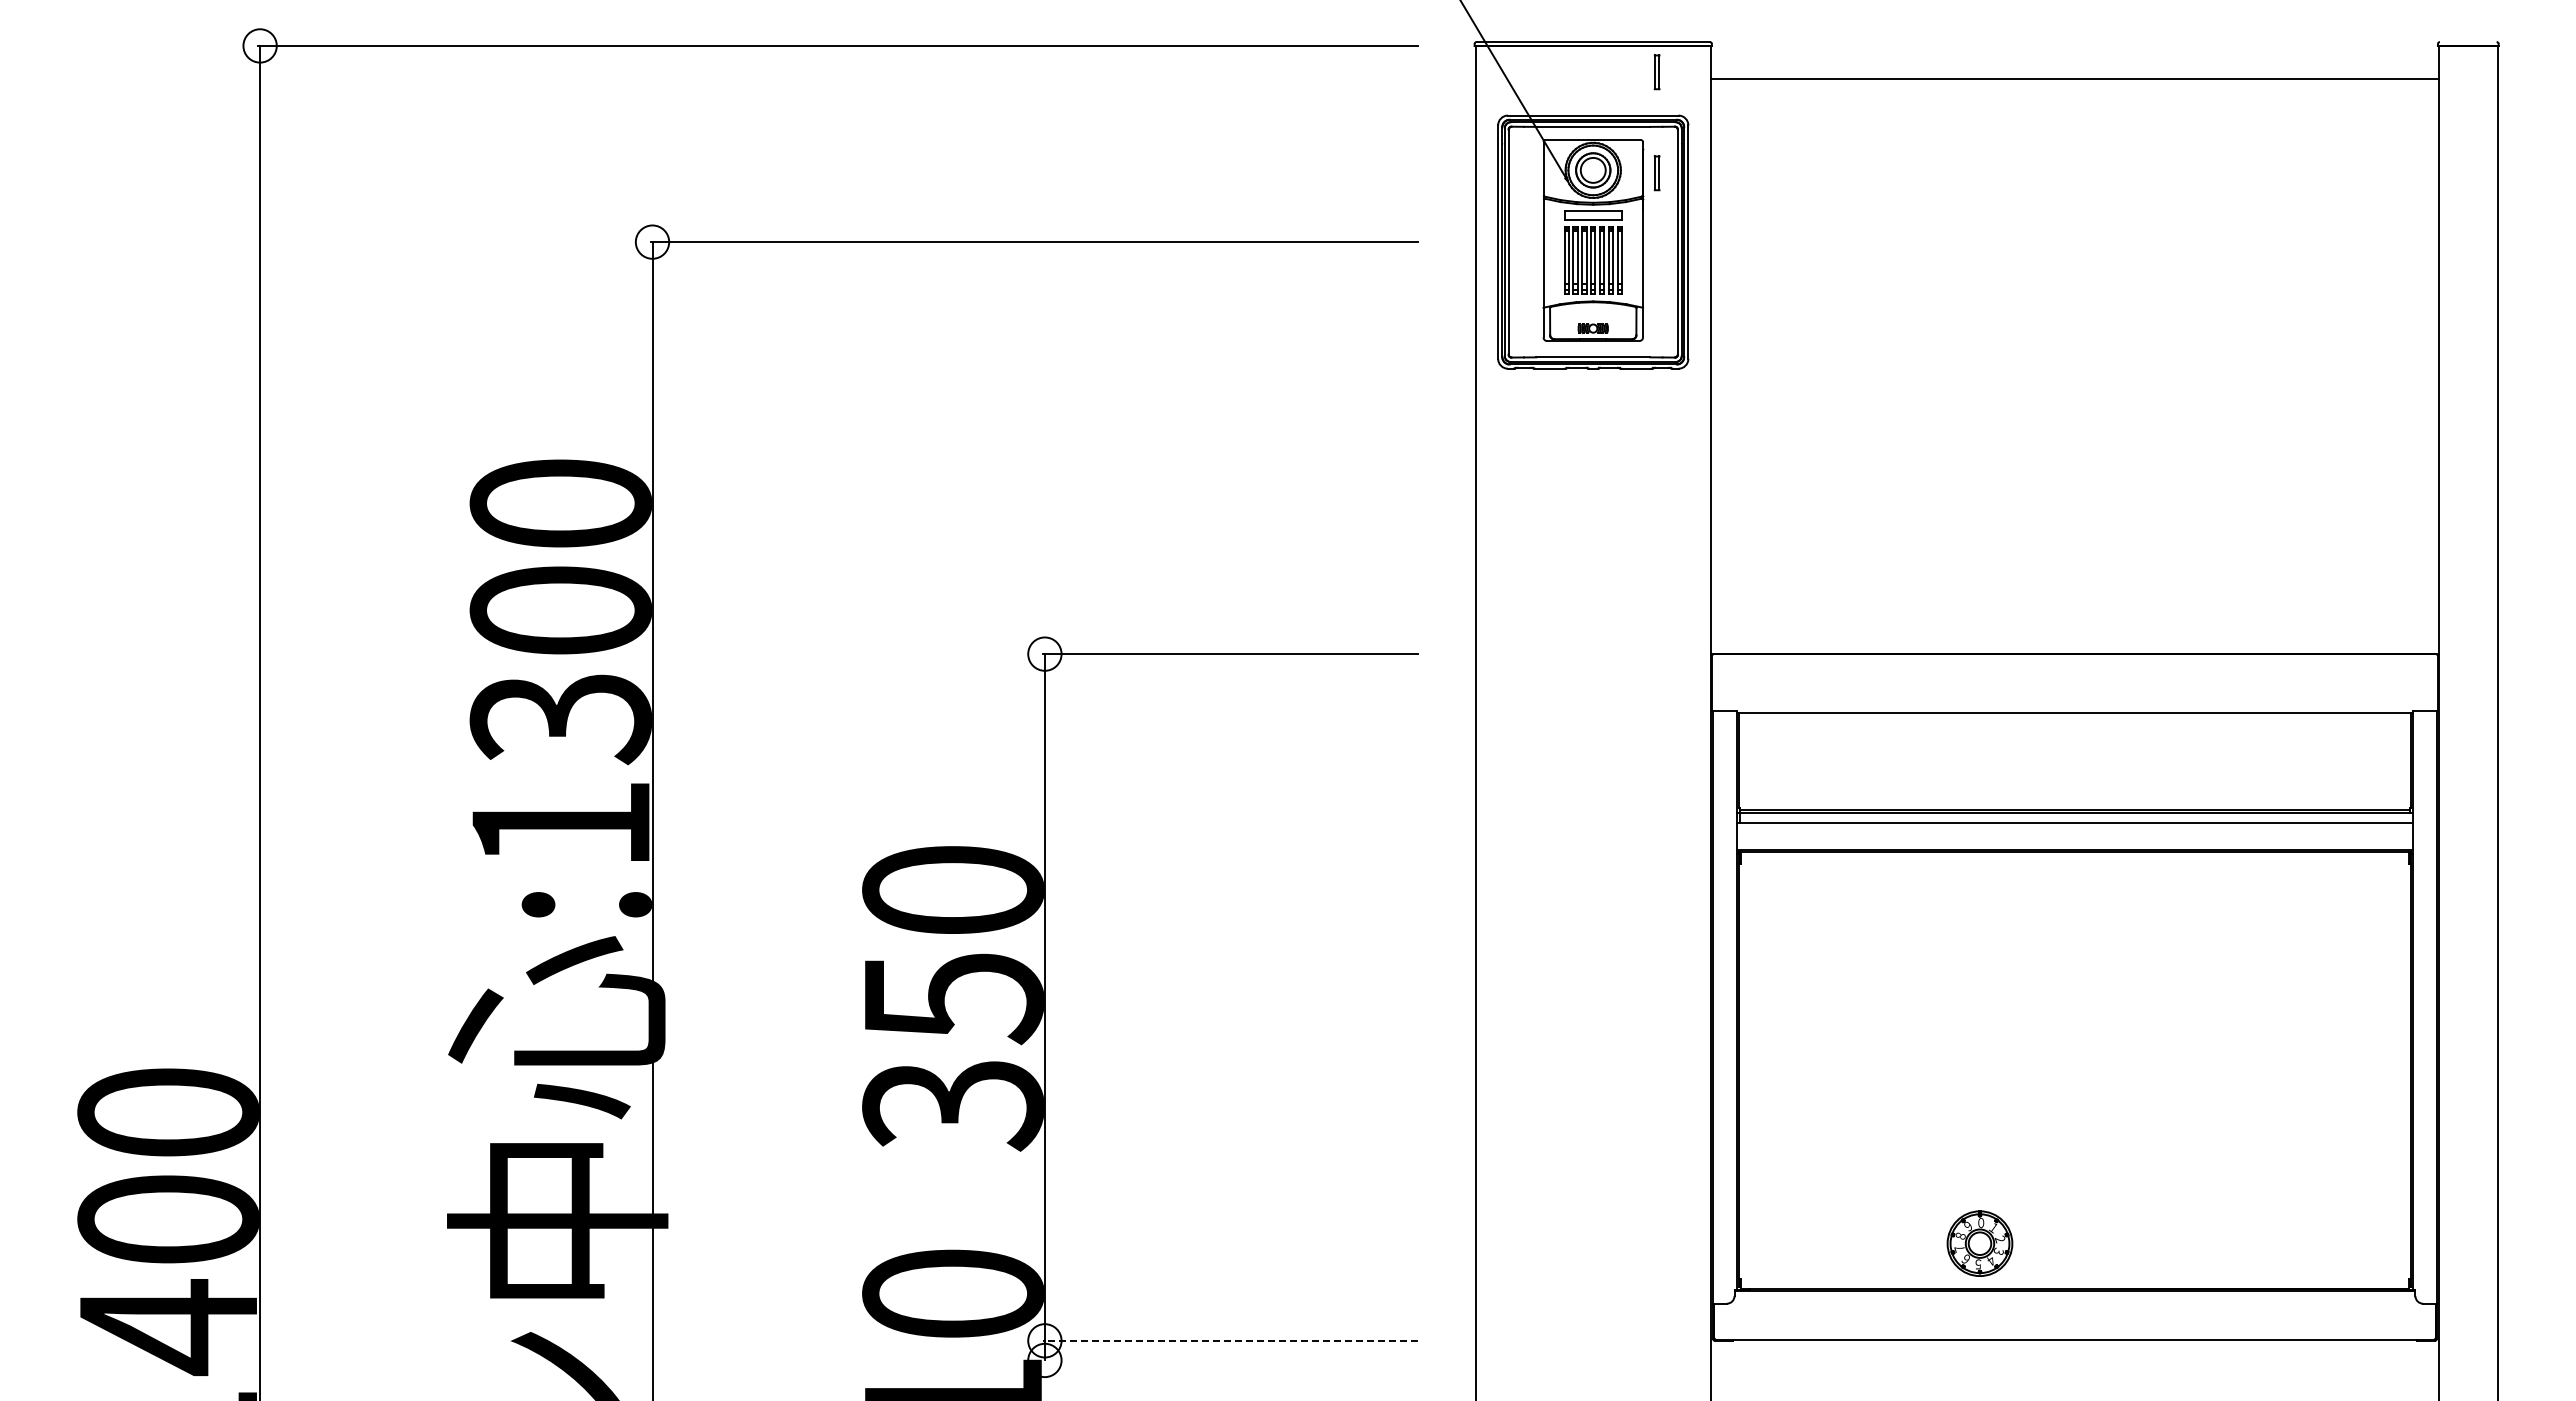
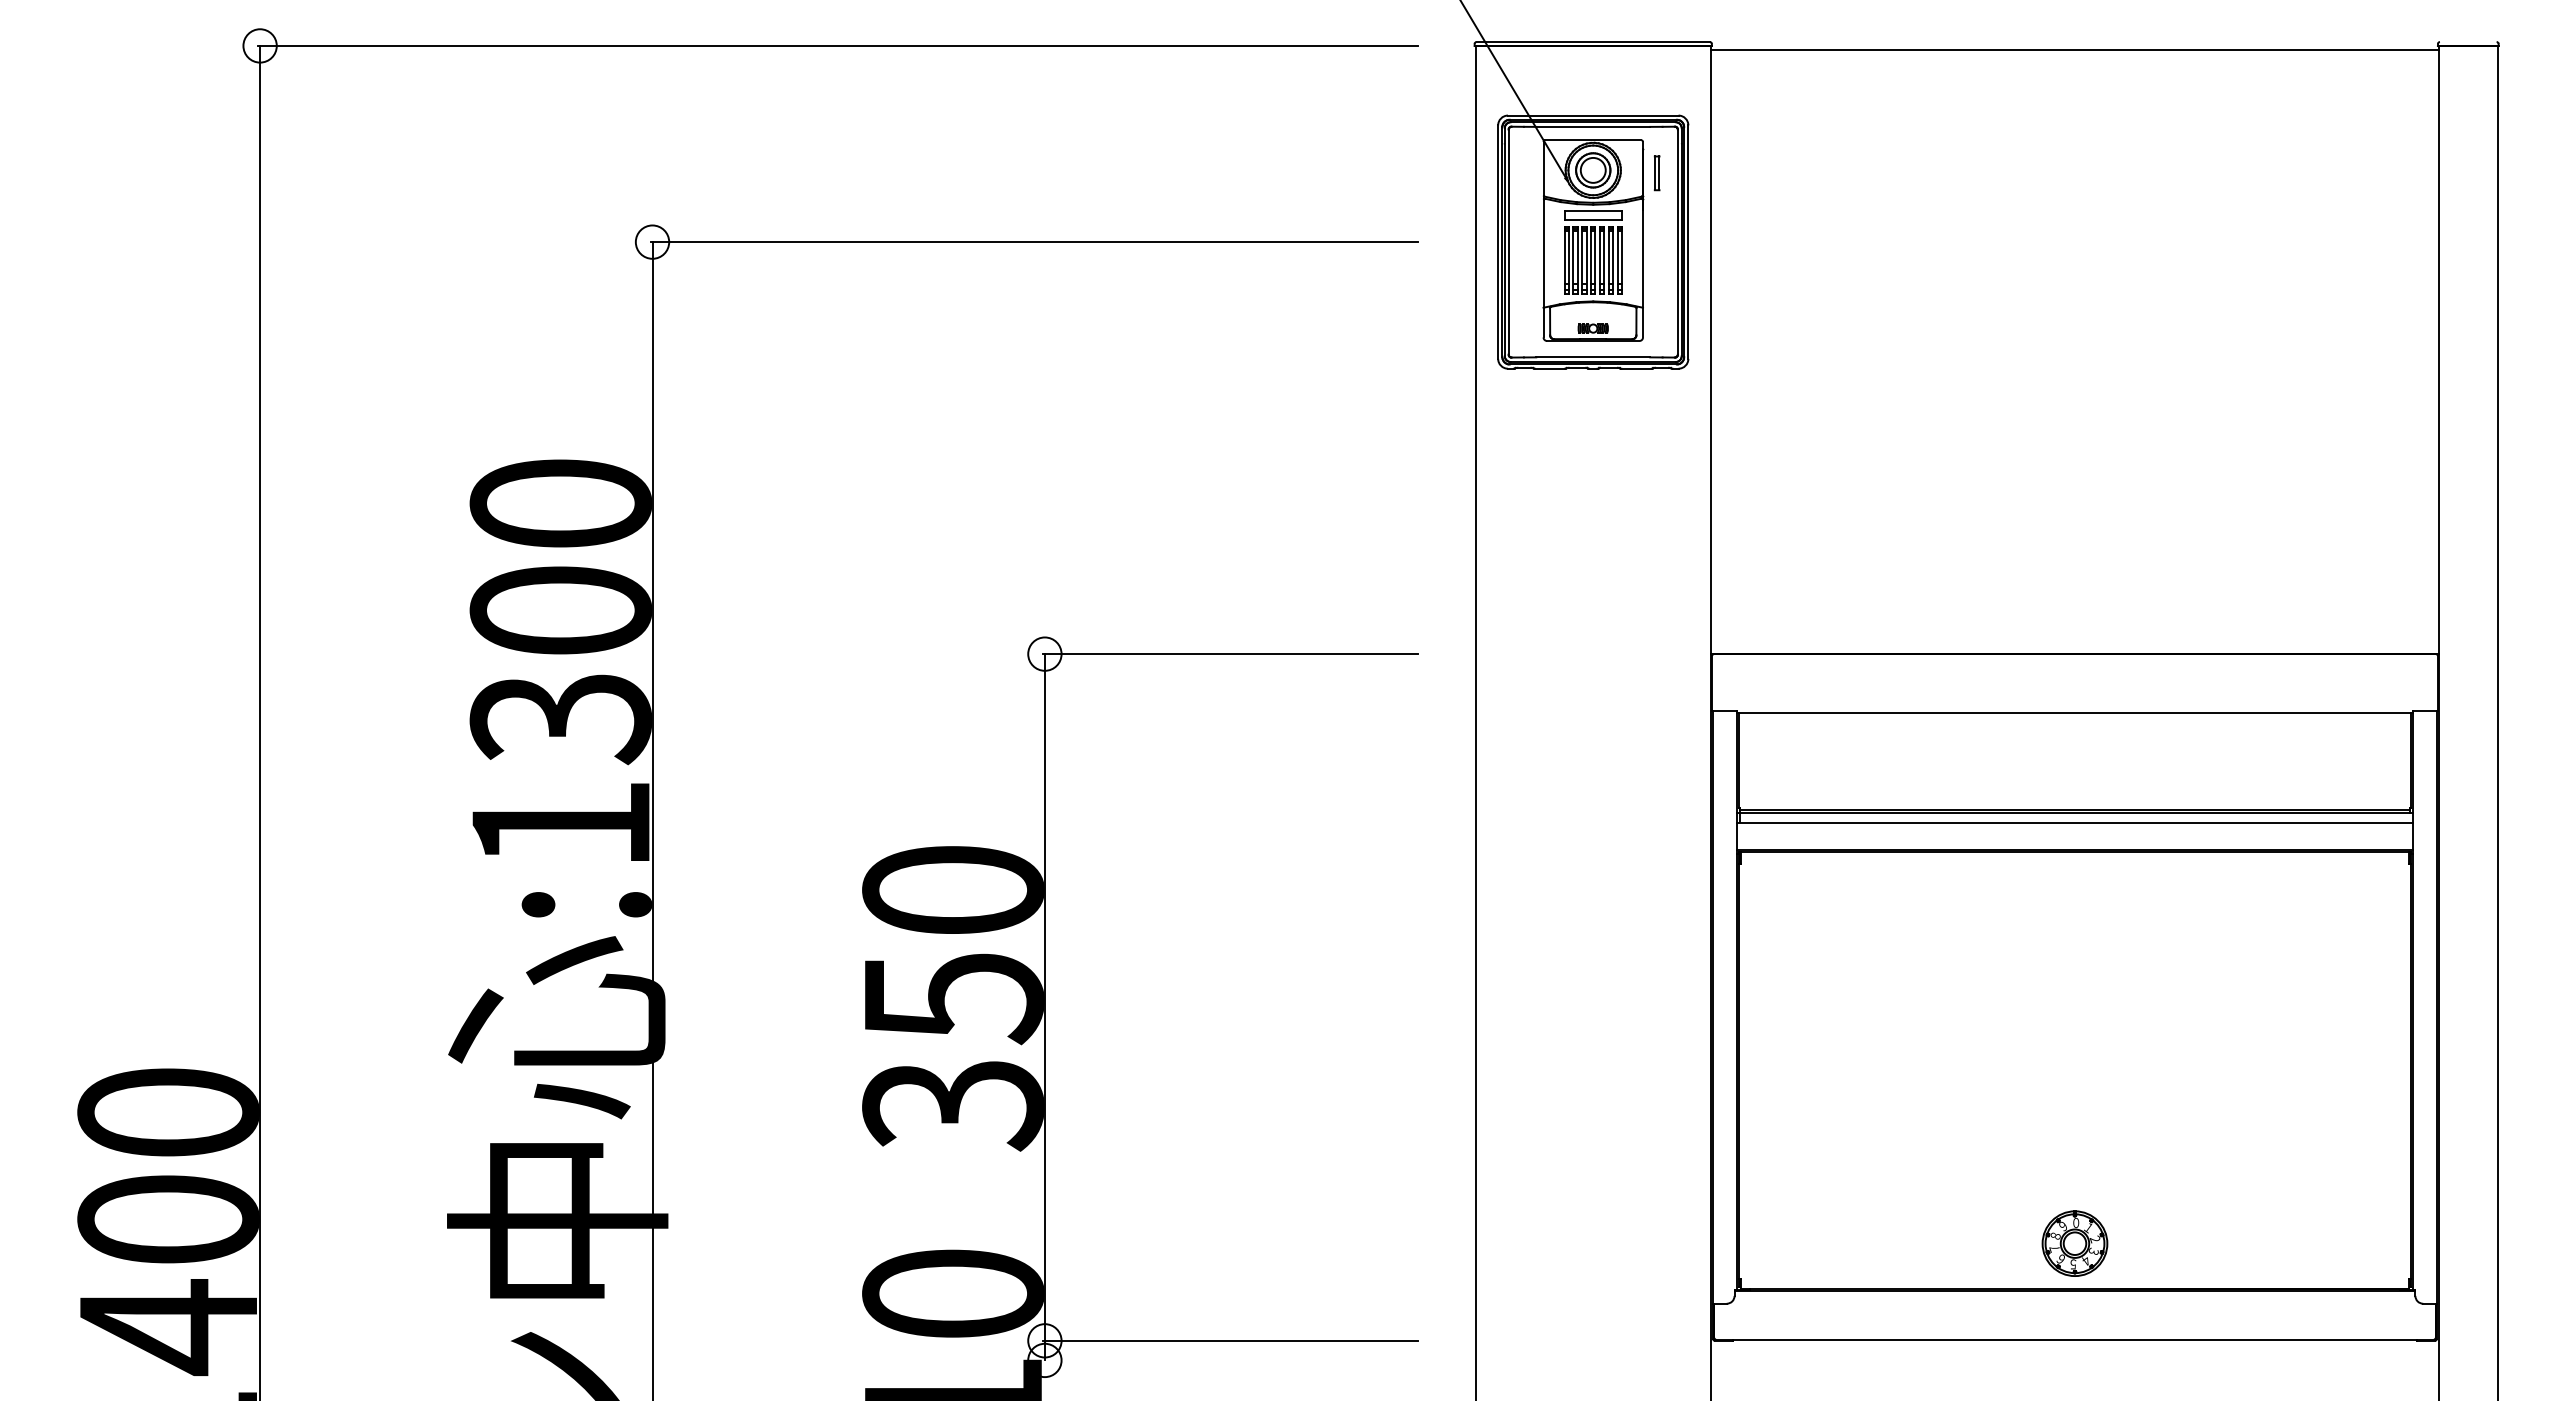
part at (1656, 72): present -> none
line at (2074, 78) position: (2074, 78) -> (2074, 49)
part at (1979, 1243) position: (1979, 1243) -> (2074, 1243)
line at (1229, 1340): dashed -> solid
